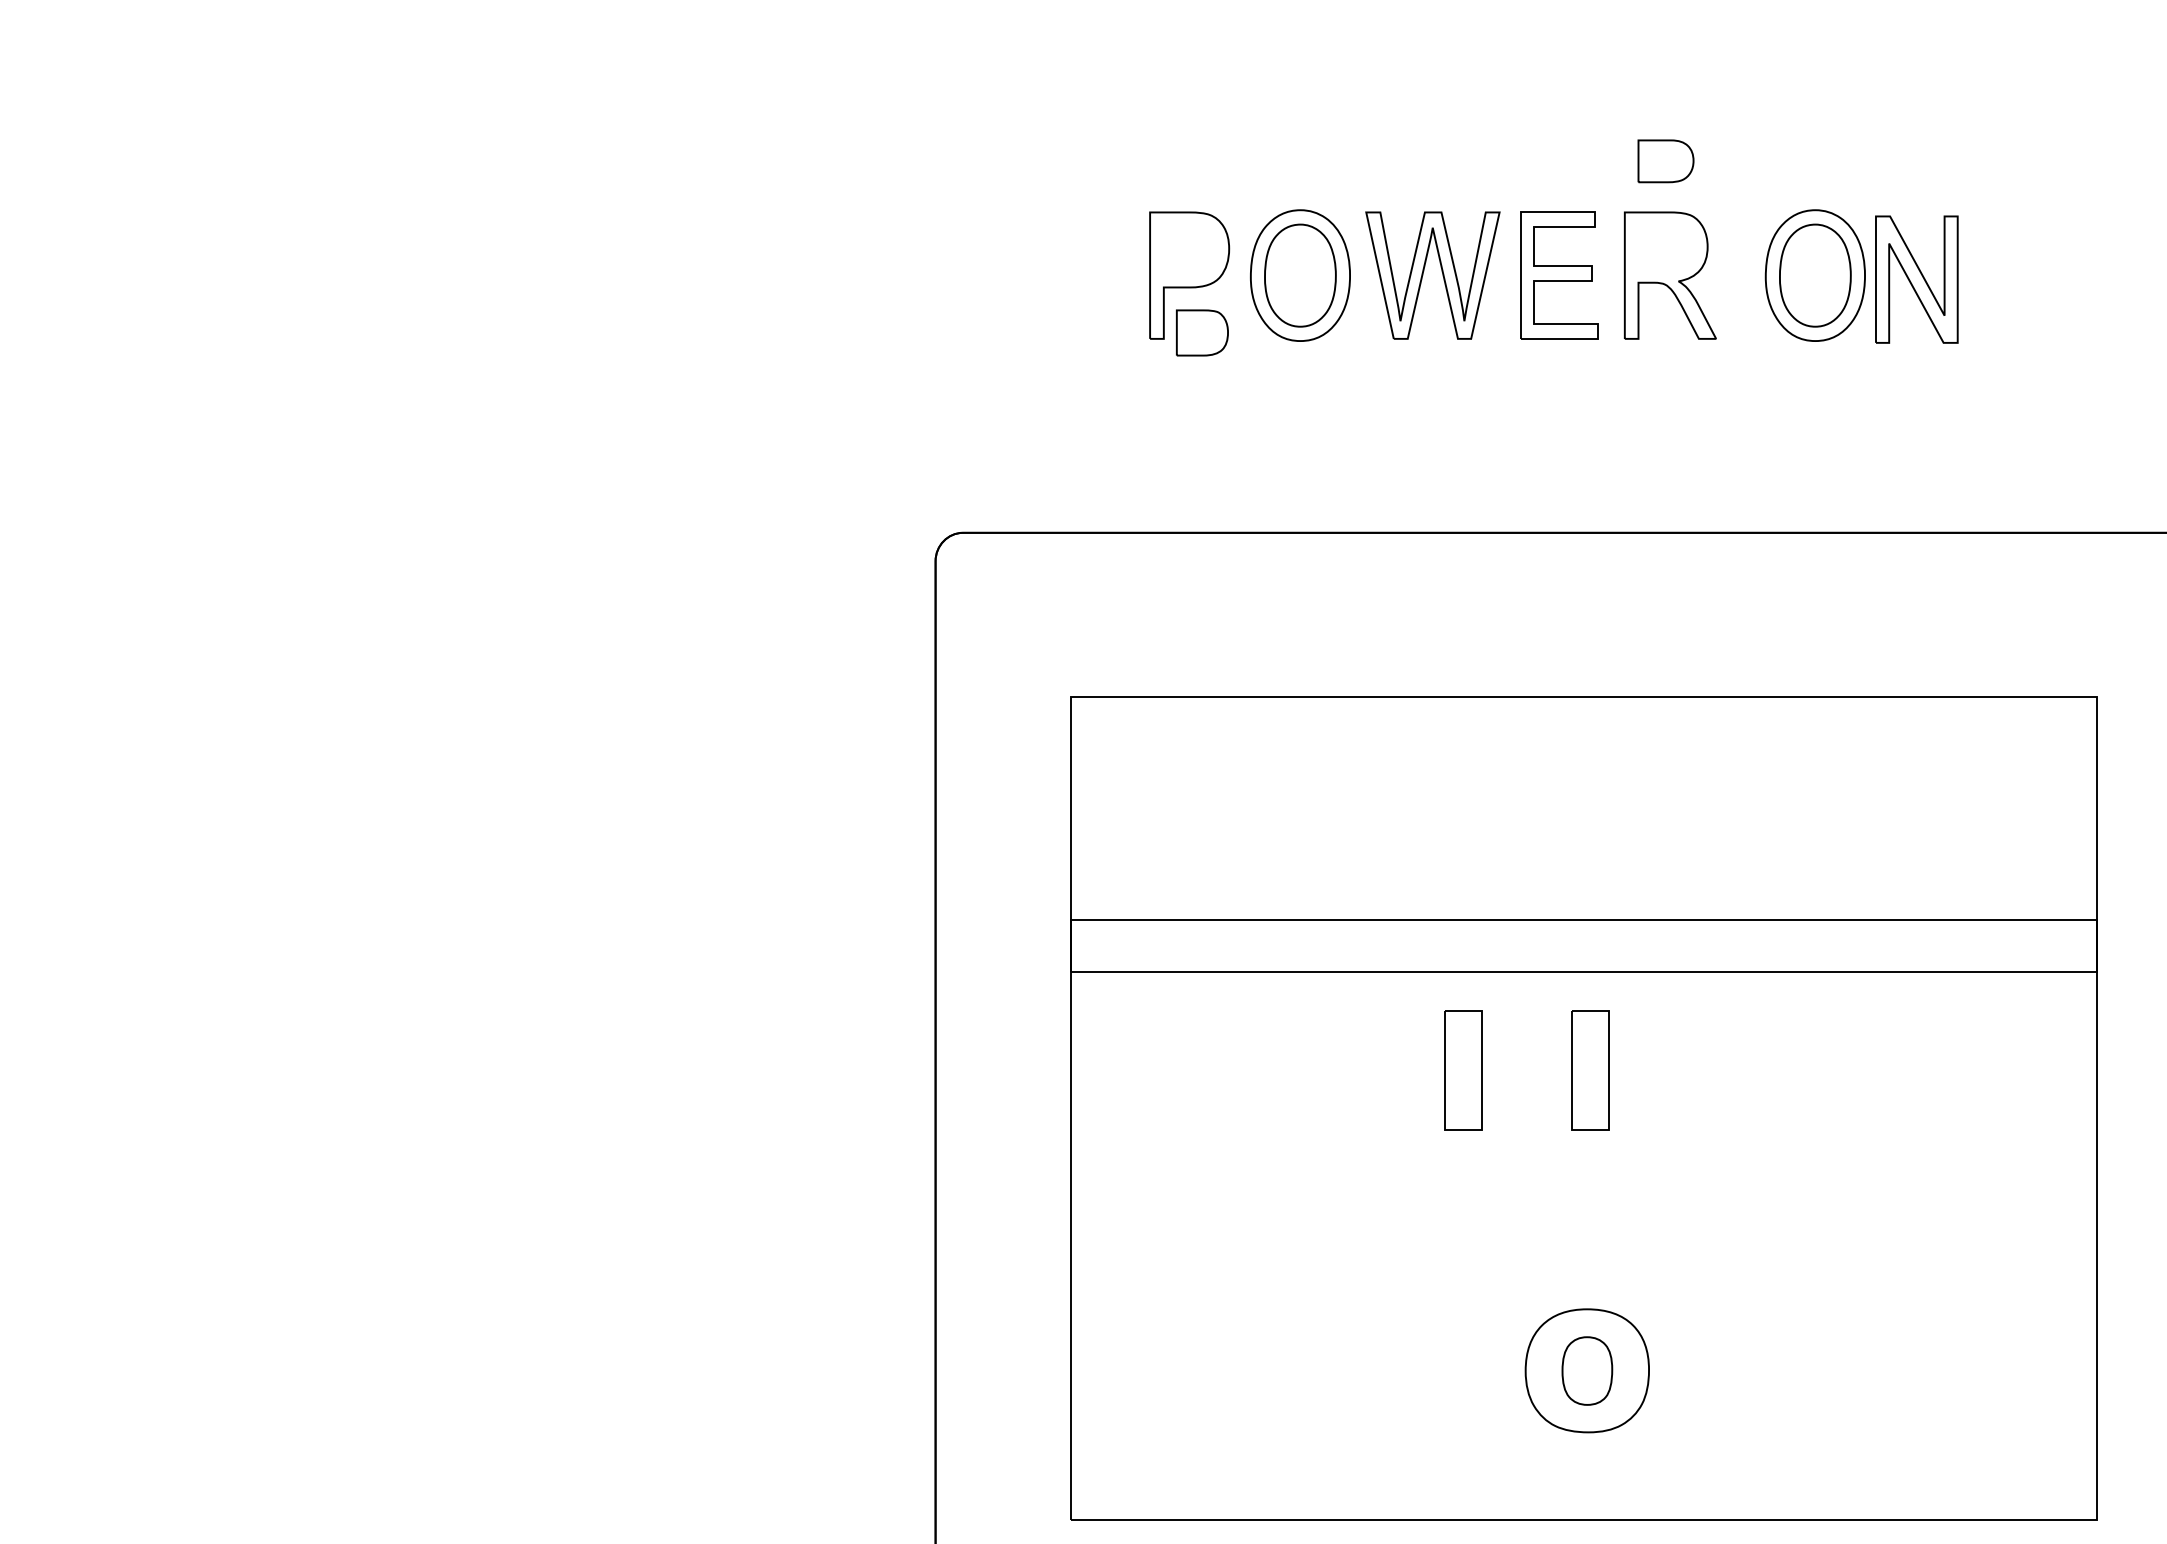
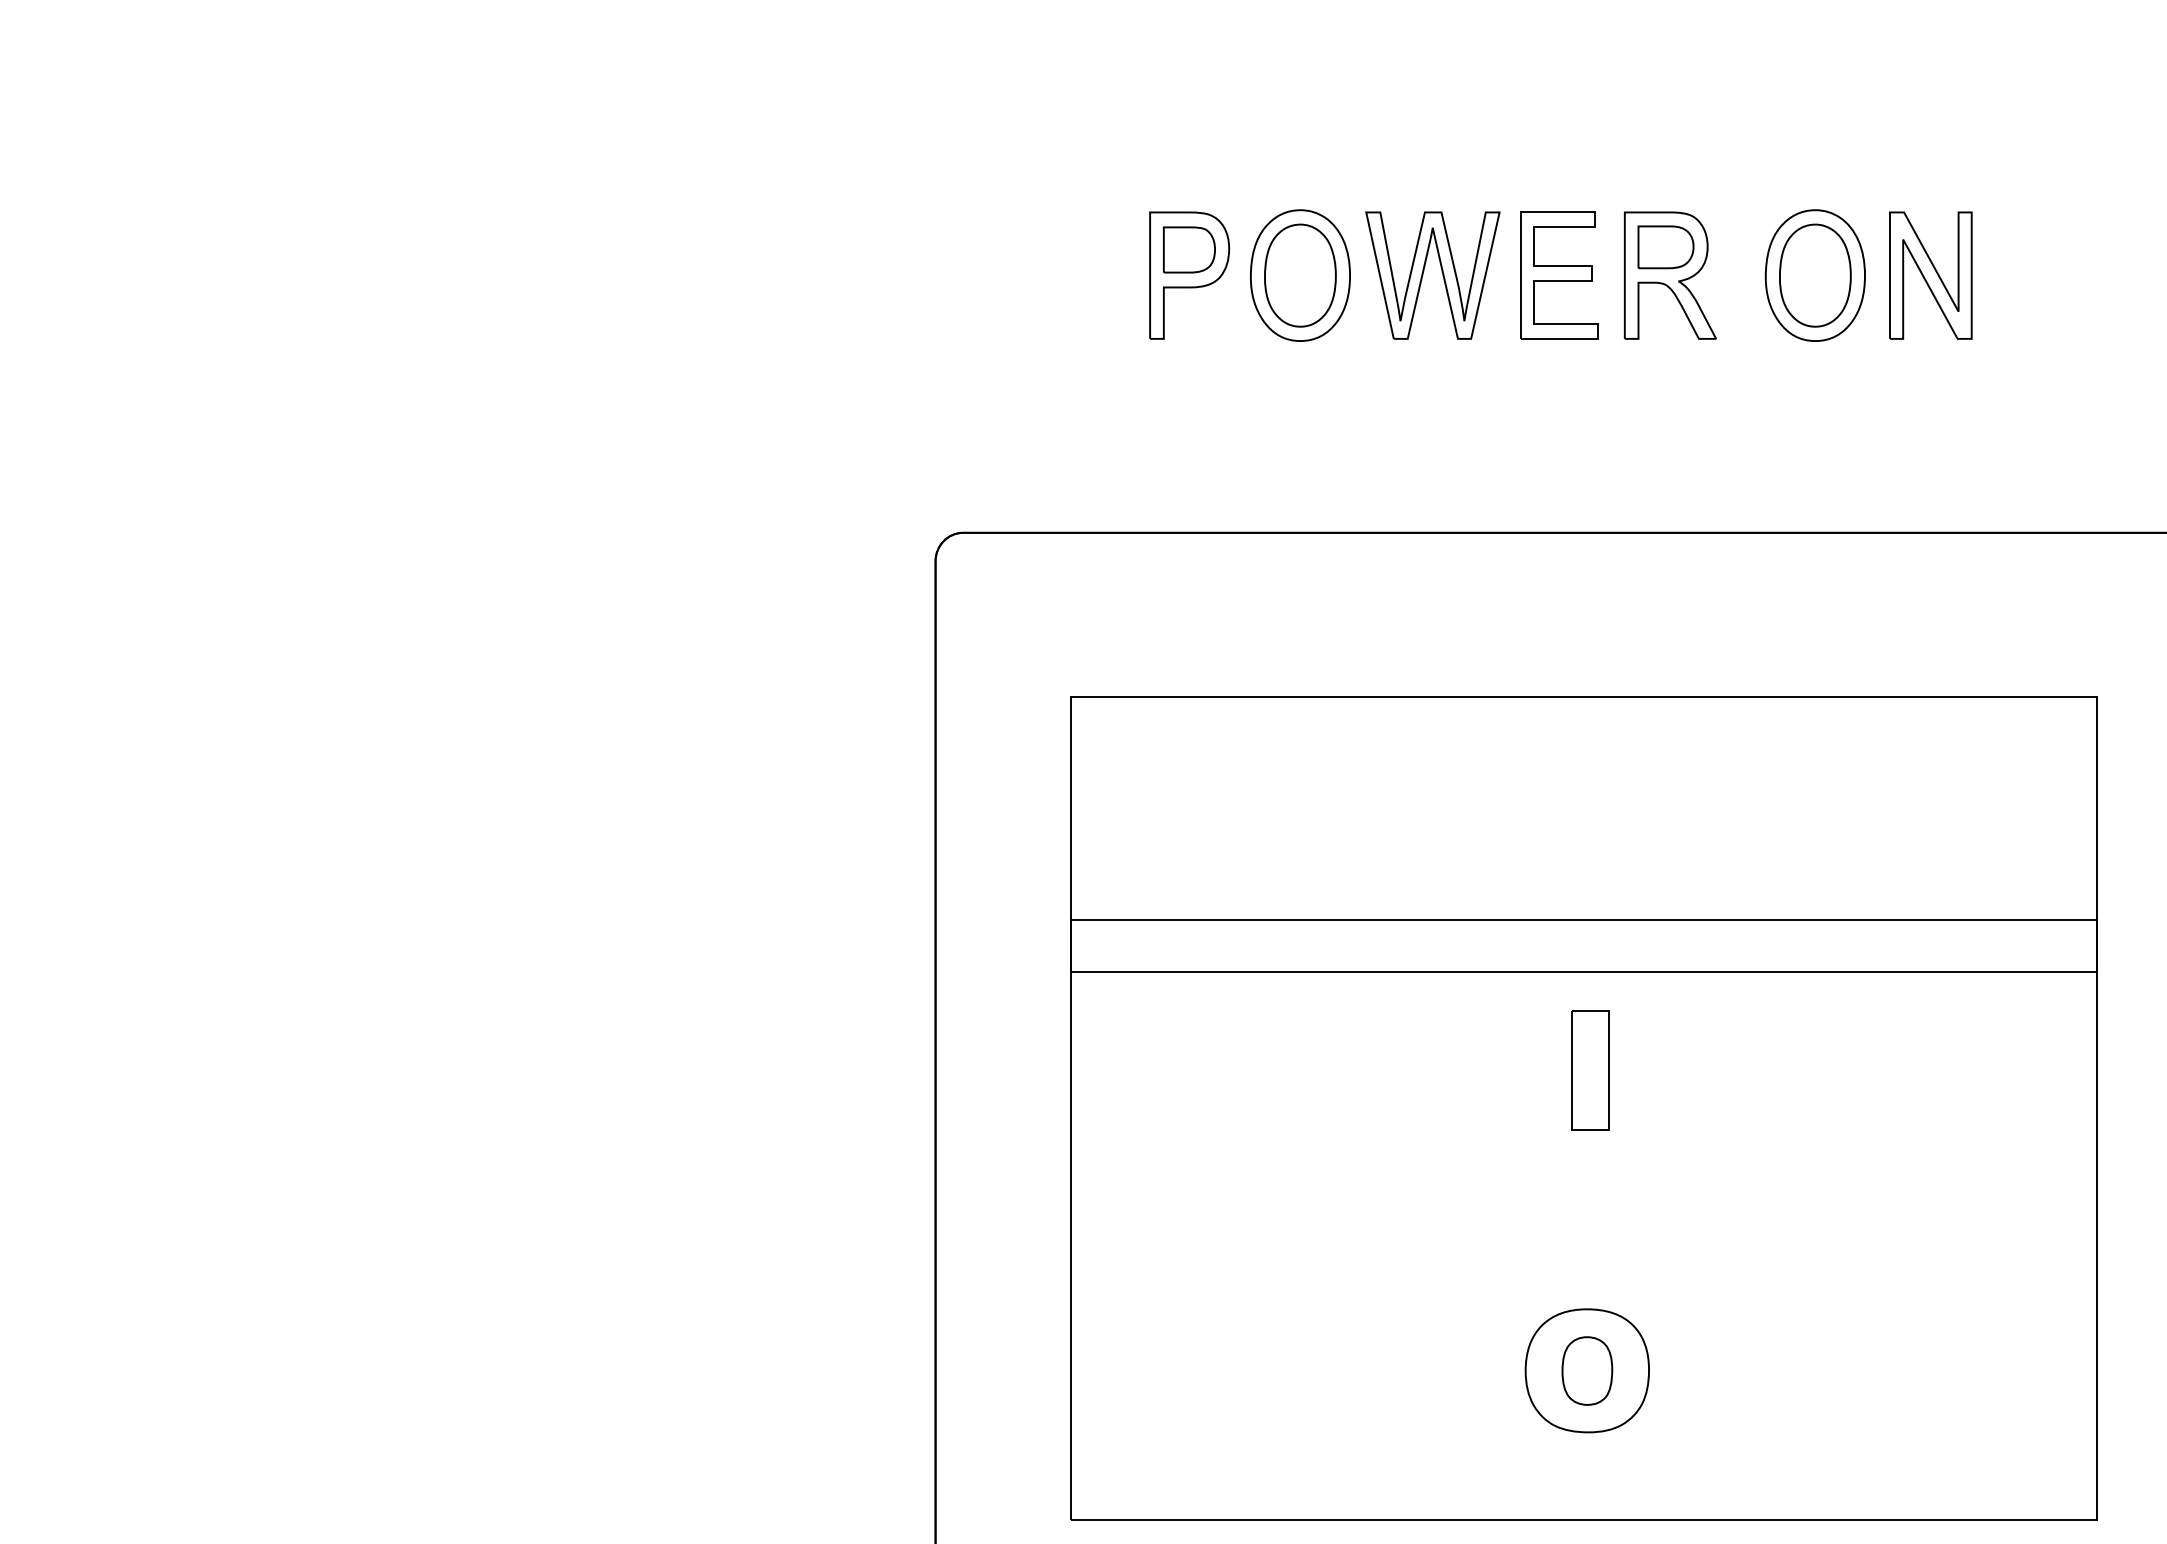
part at (1665, 161) position: (1665, 161) -> (1665, 247)
part at (1916, 279) position: (1916, 279) -> (1930, 275)
part at (1202, 332) position: (1202, 332) -> (1189, 249)
part at (1463, 1070): present -> none
